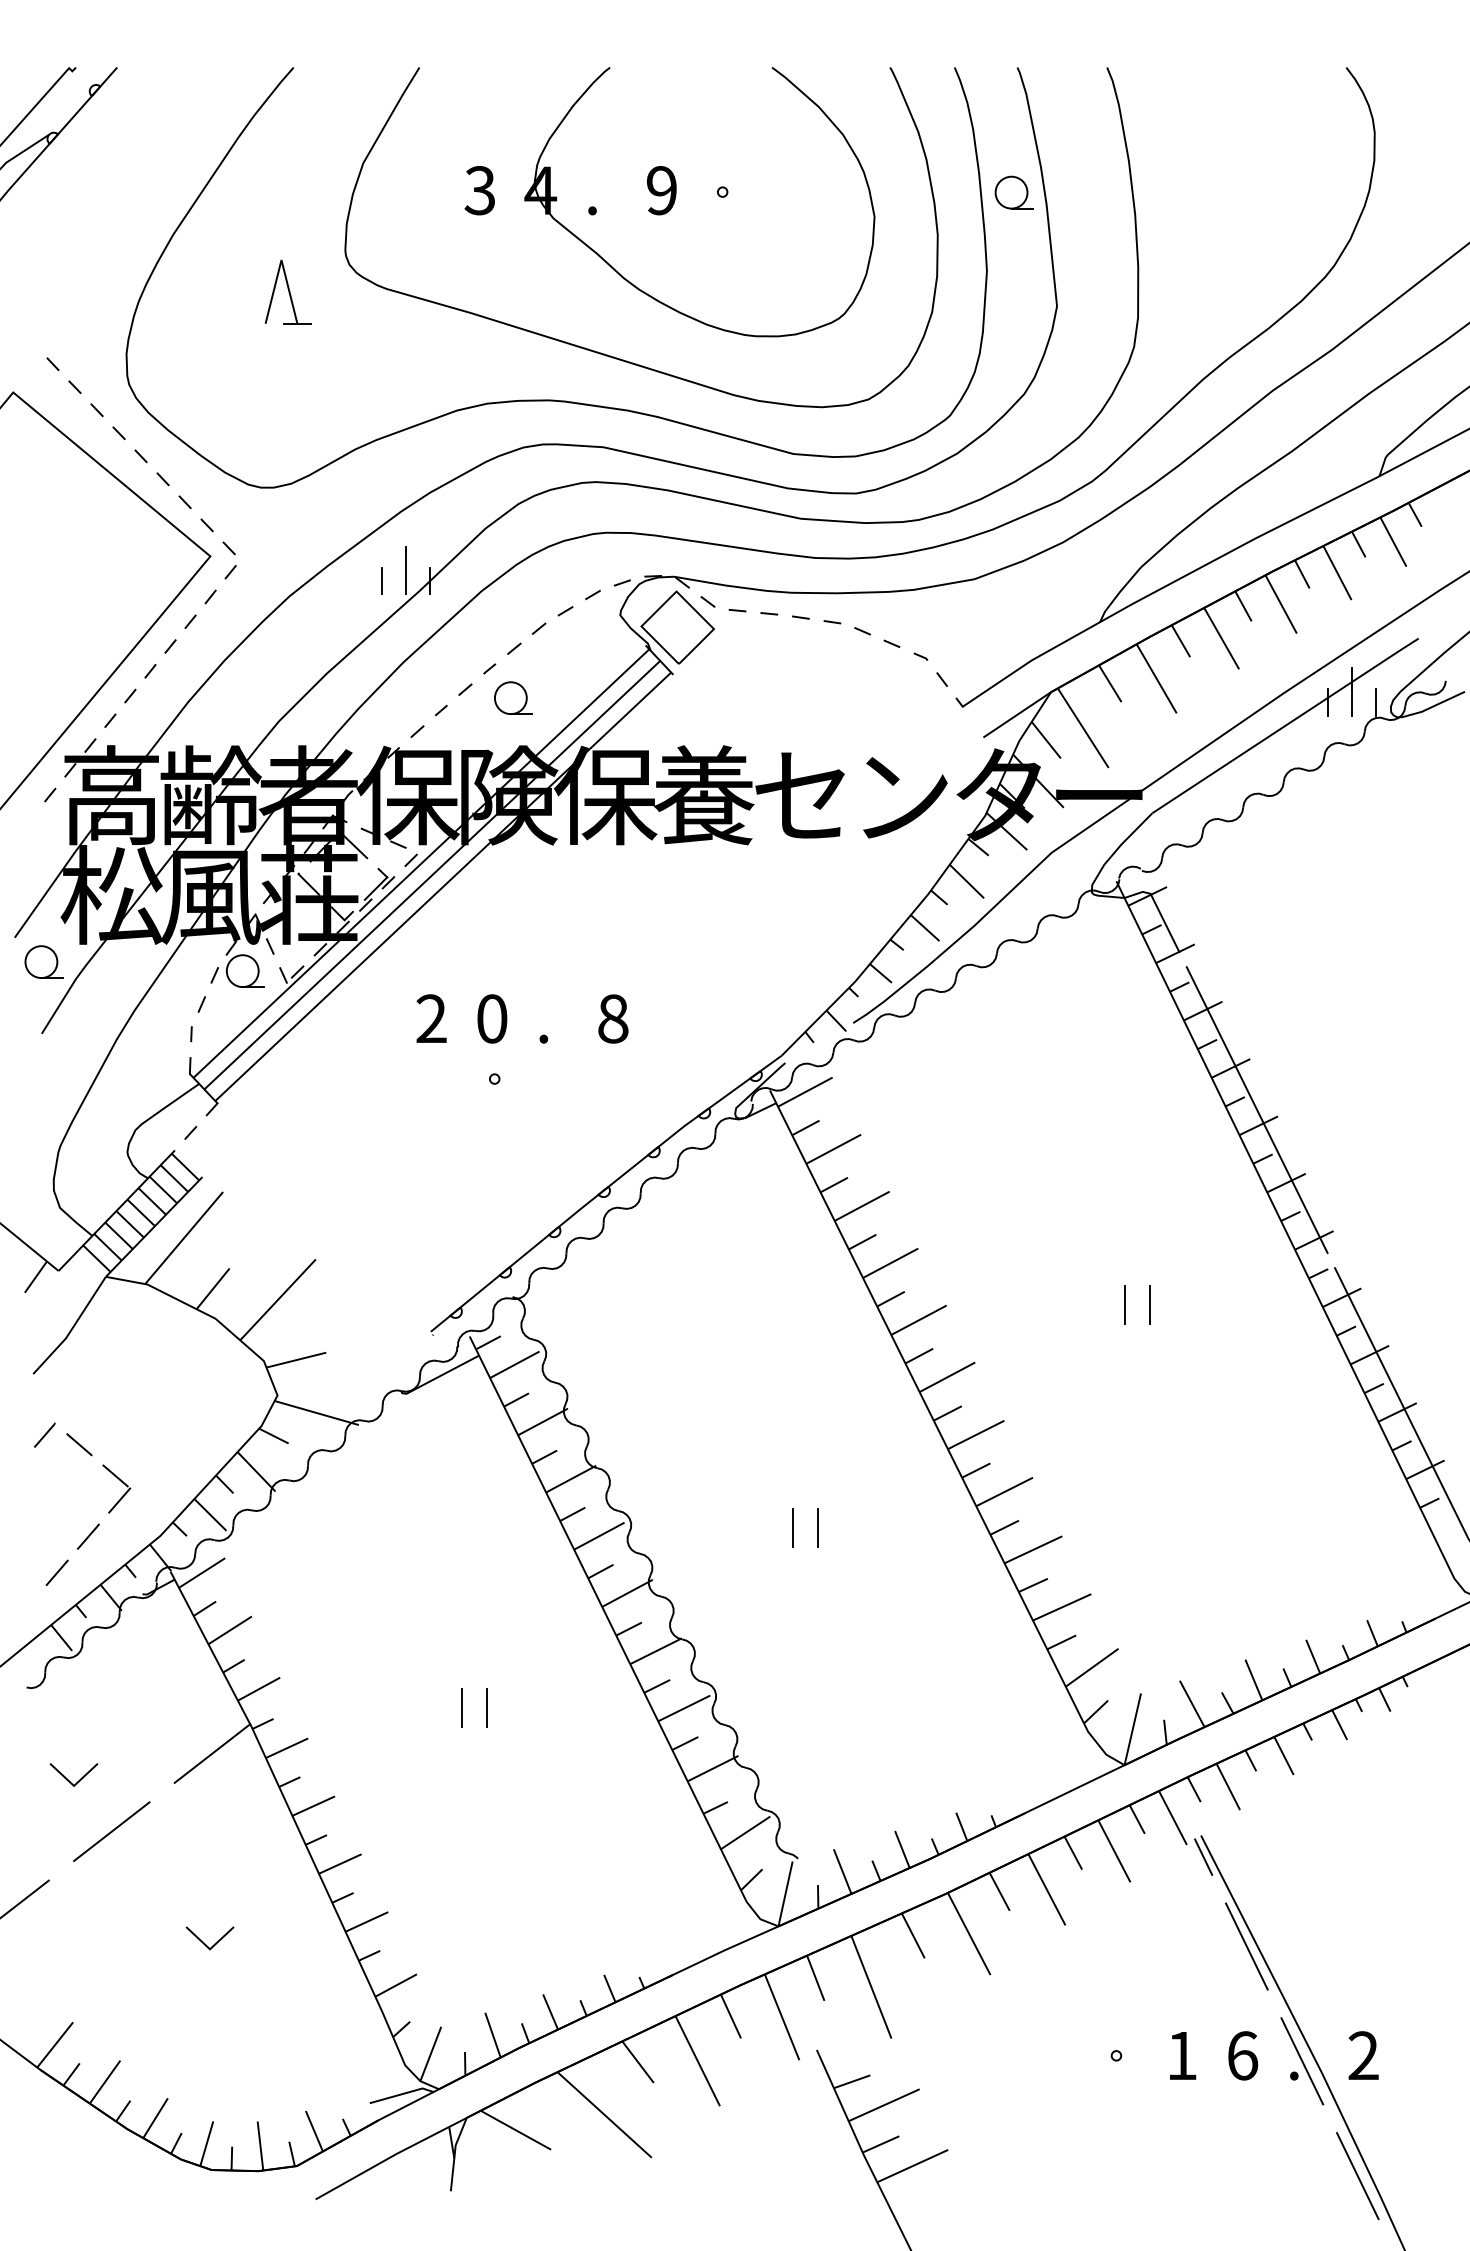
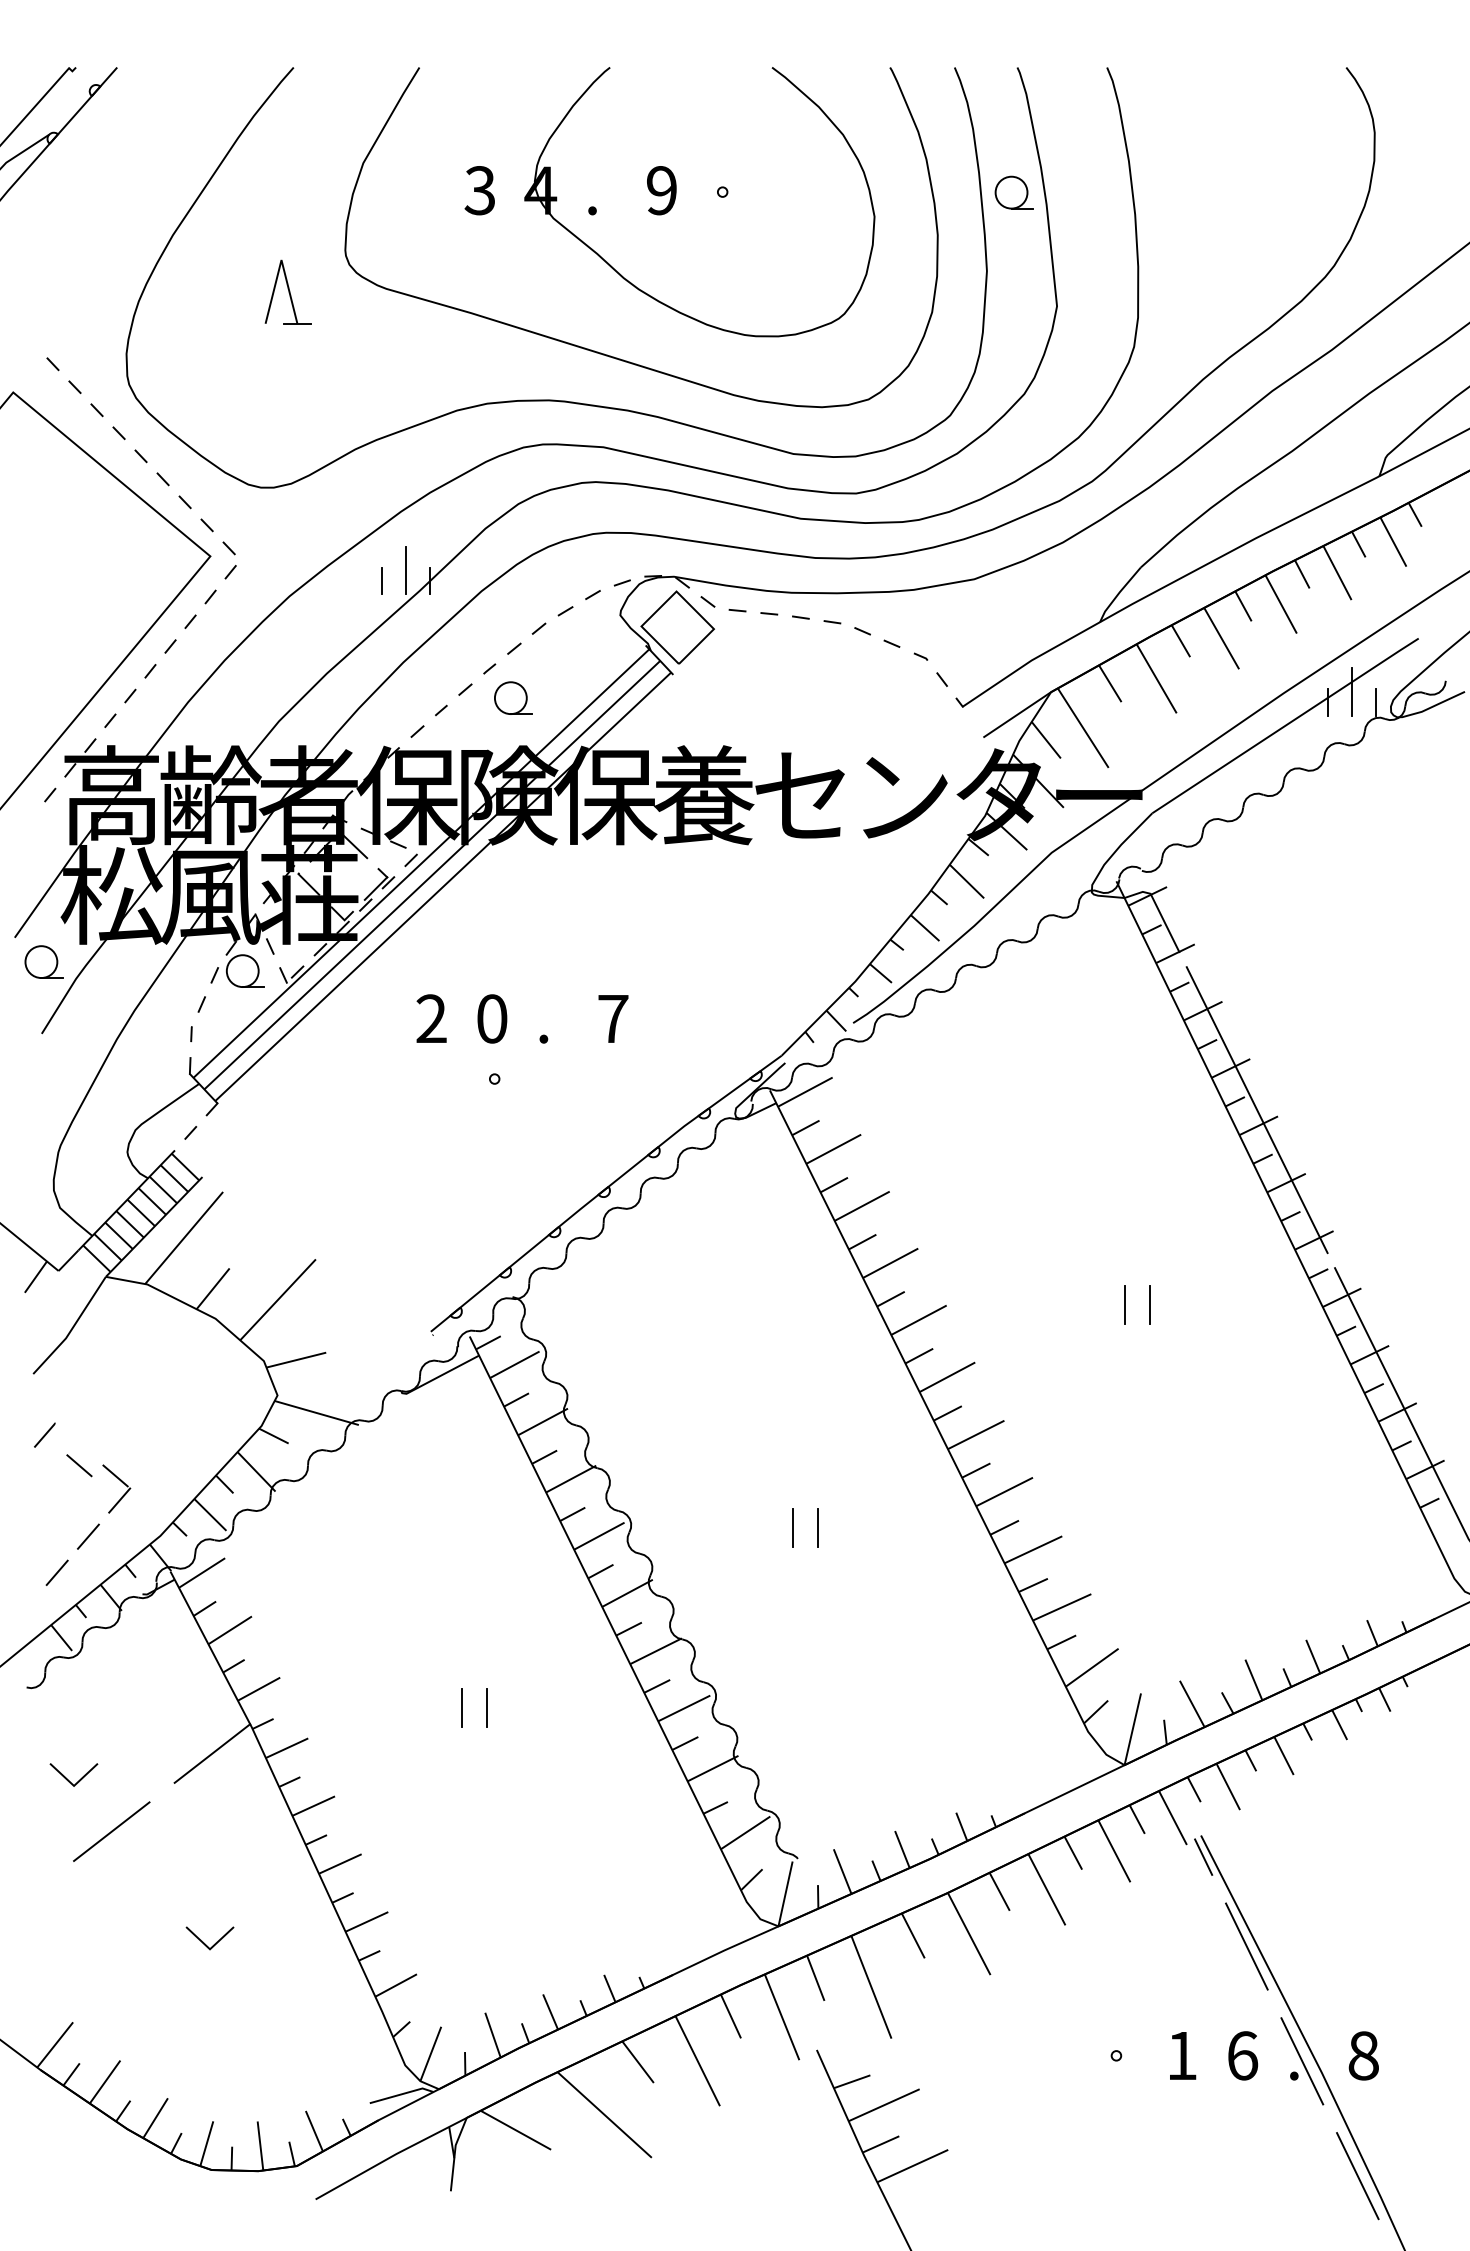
text at (613, 1018): 8 -> 7
line at (79, 1444) position: (79, 1444) -> (79, 1465)
line at (25, 1898): present -> none
text at (1363, 2055): 2 -> 8
